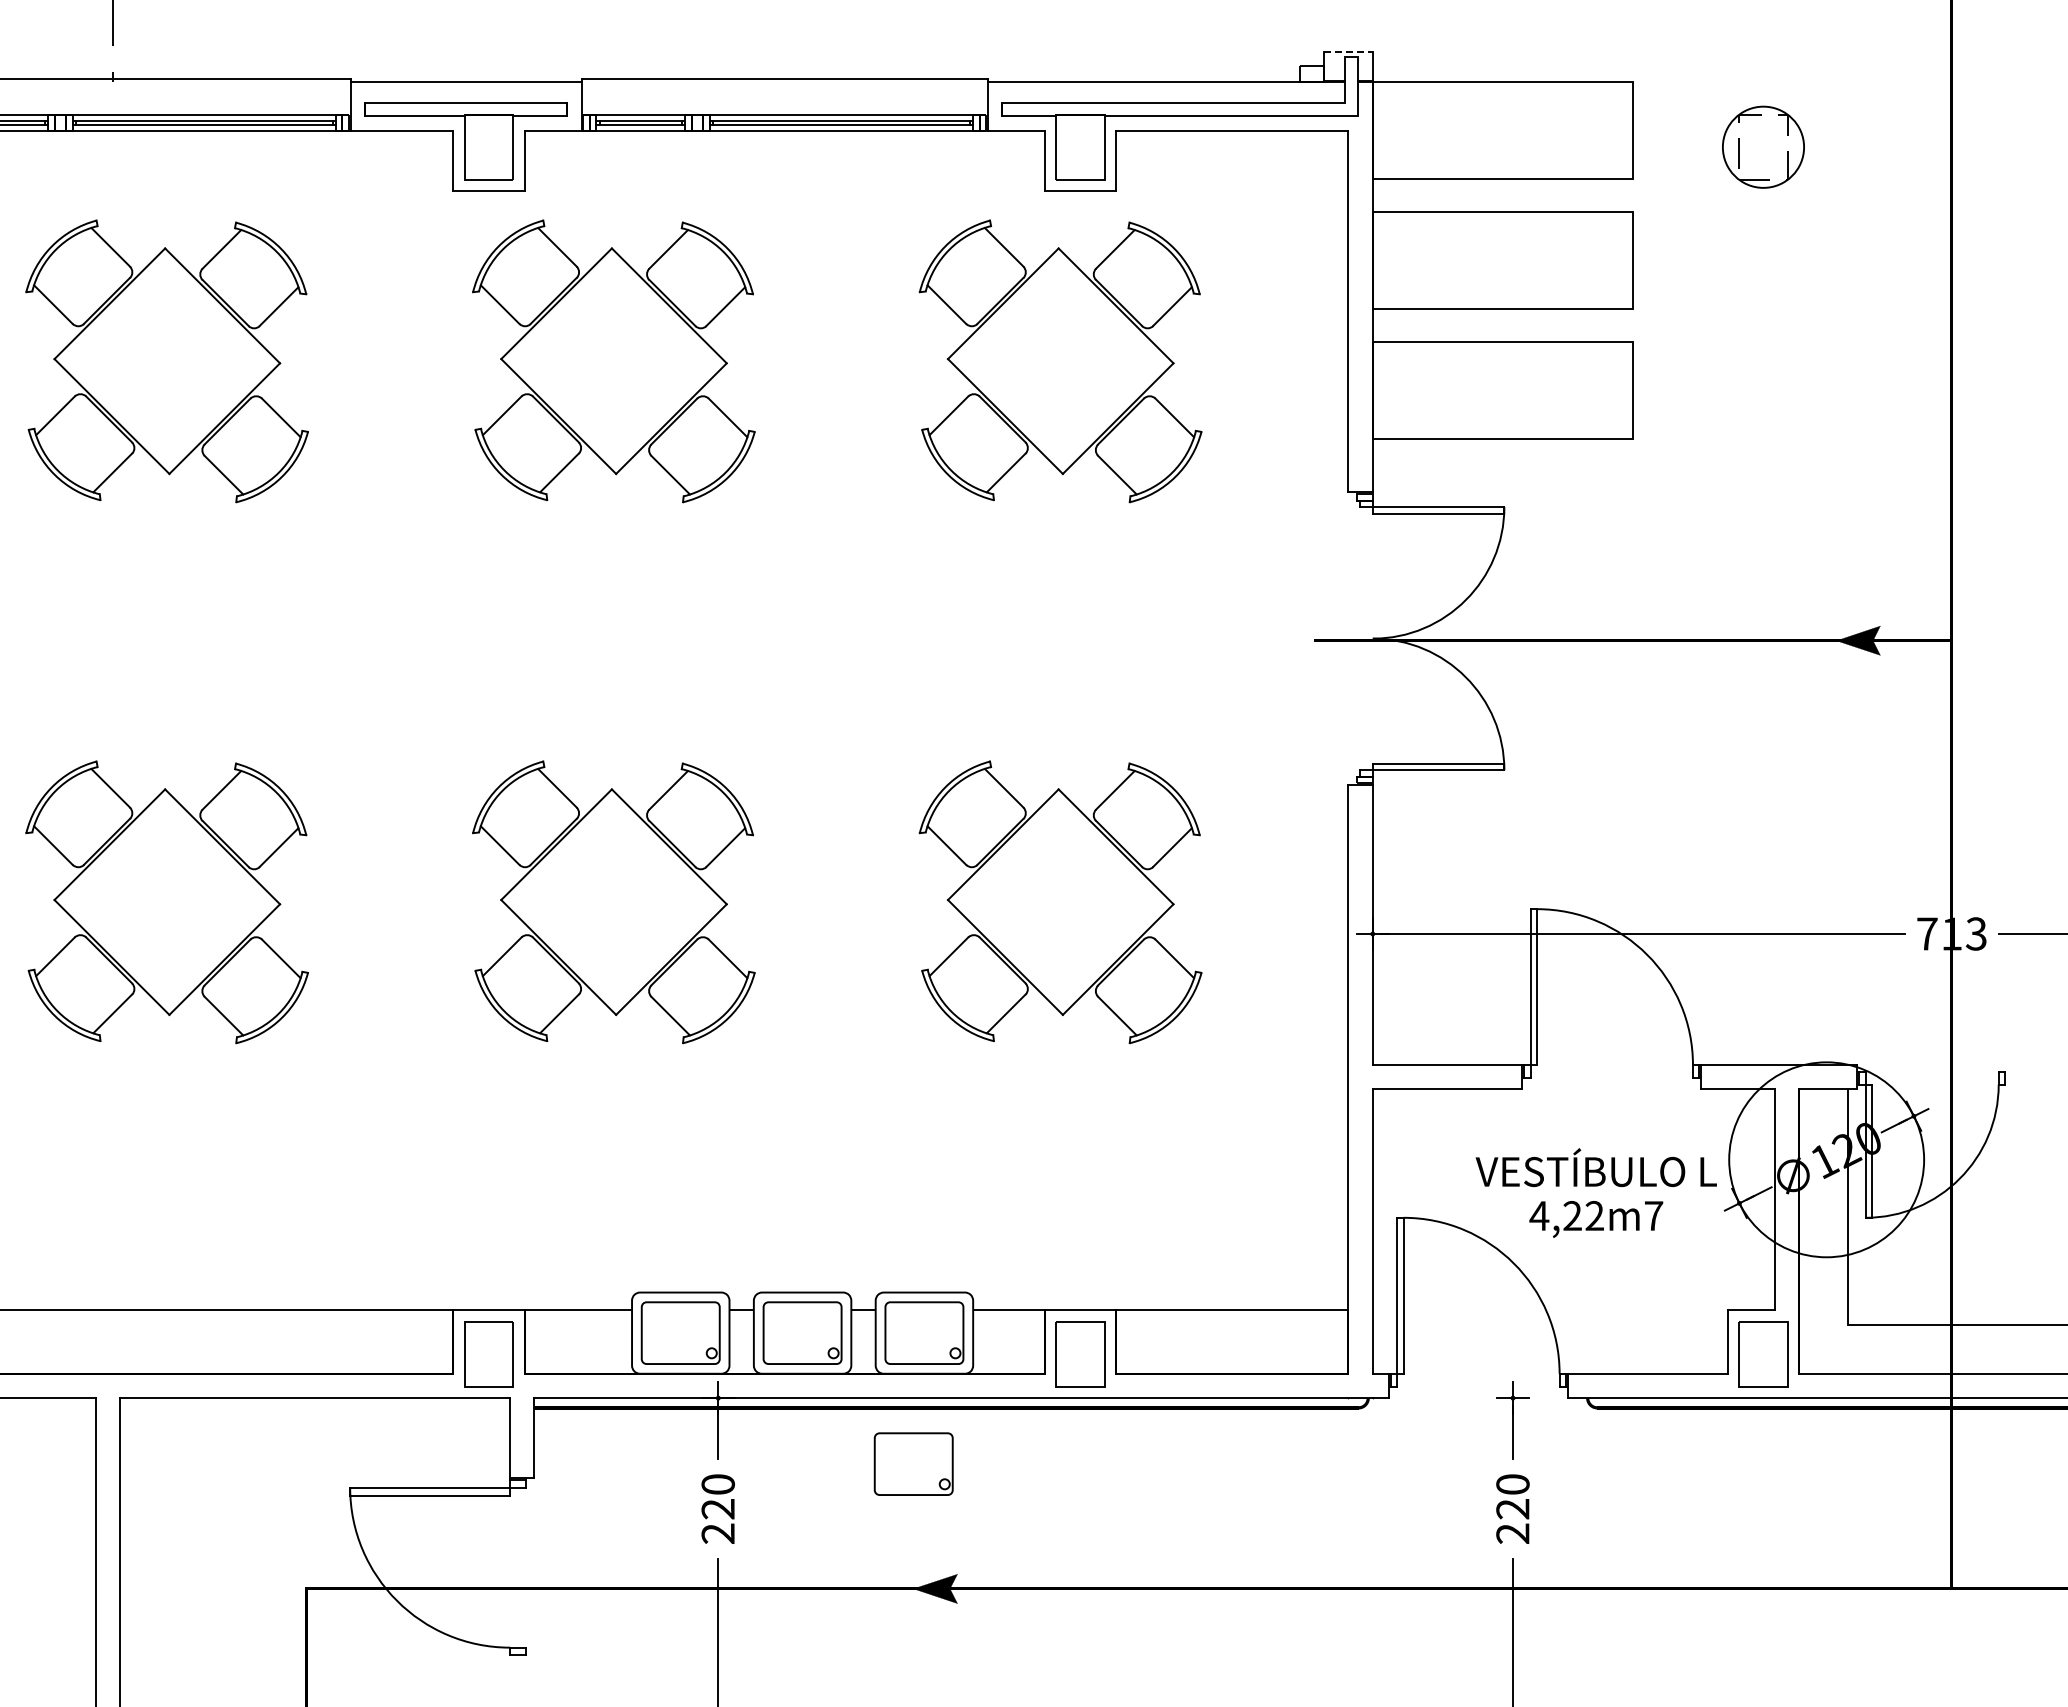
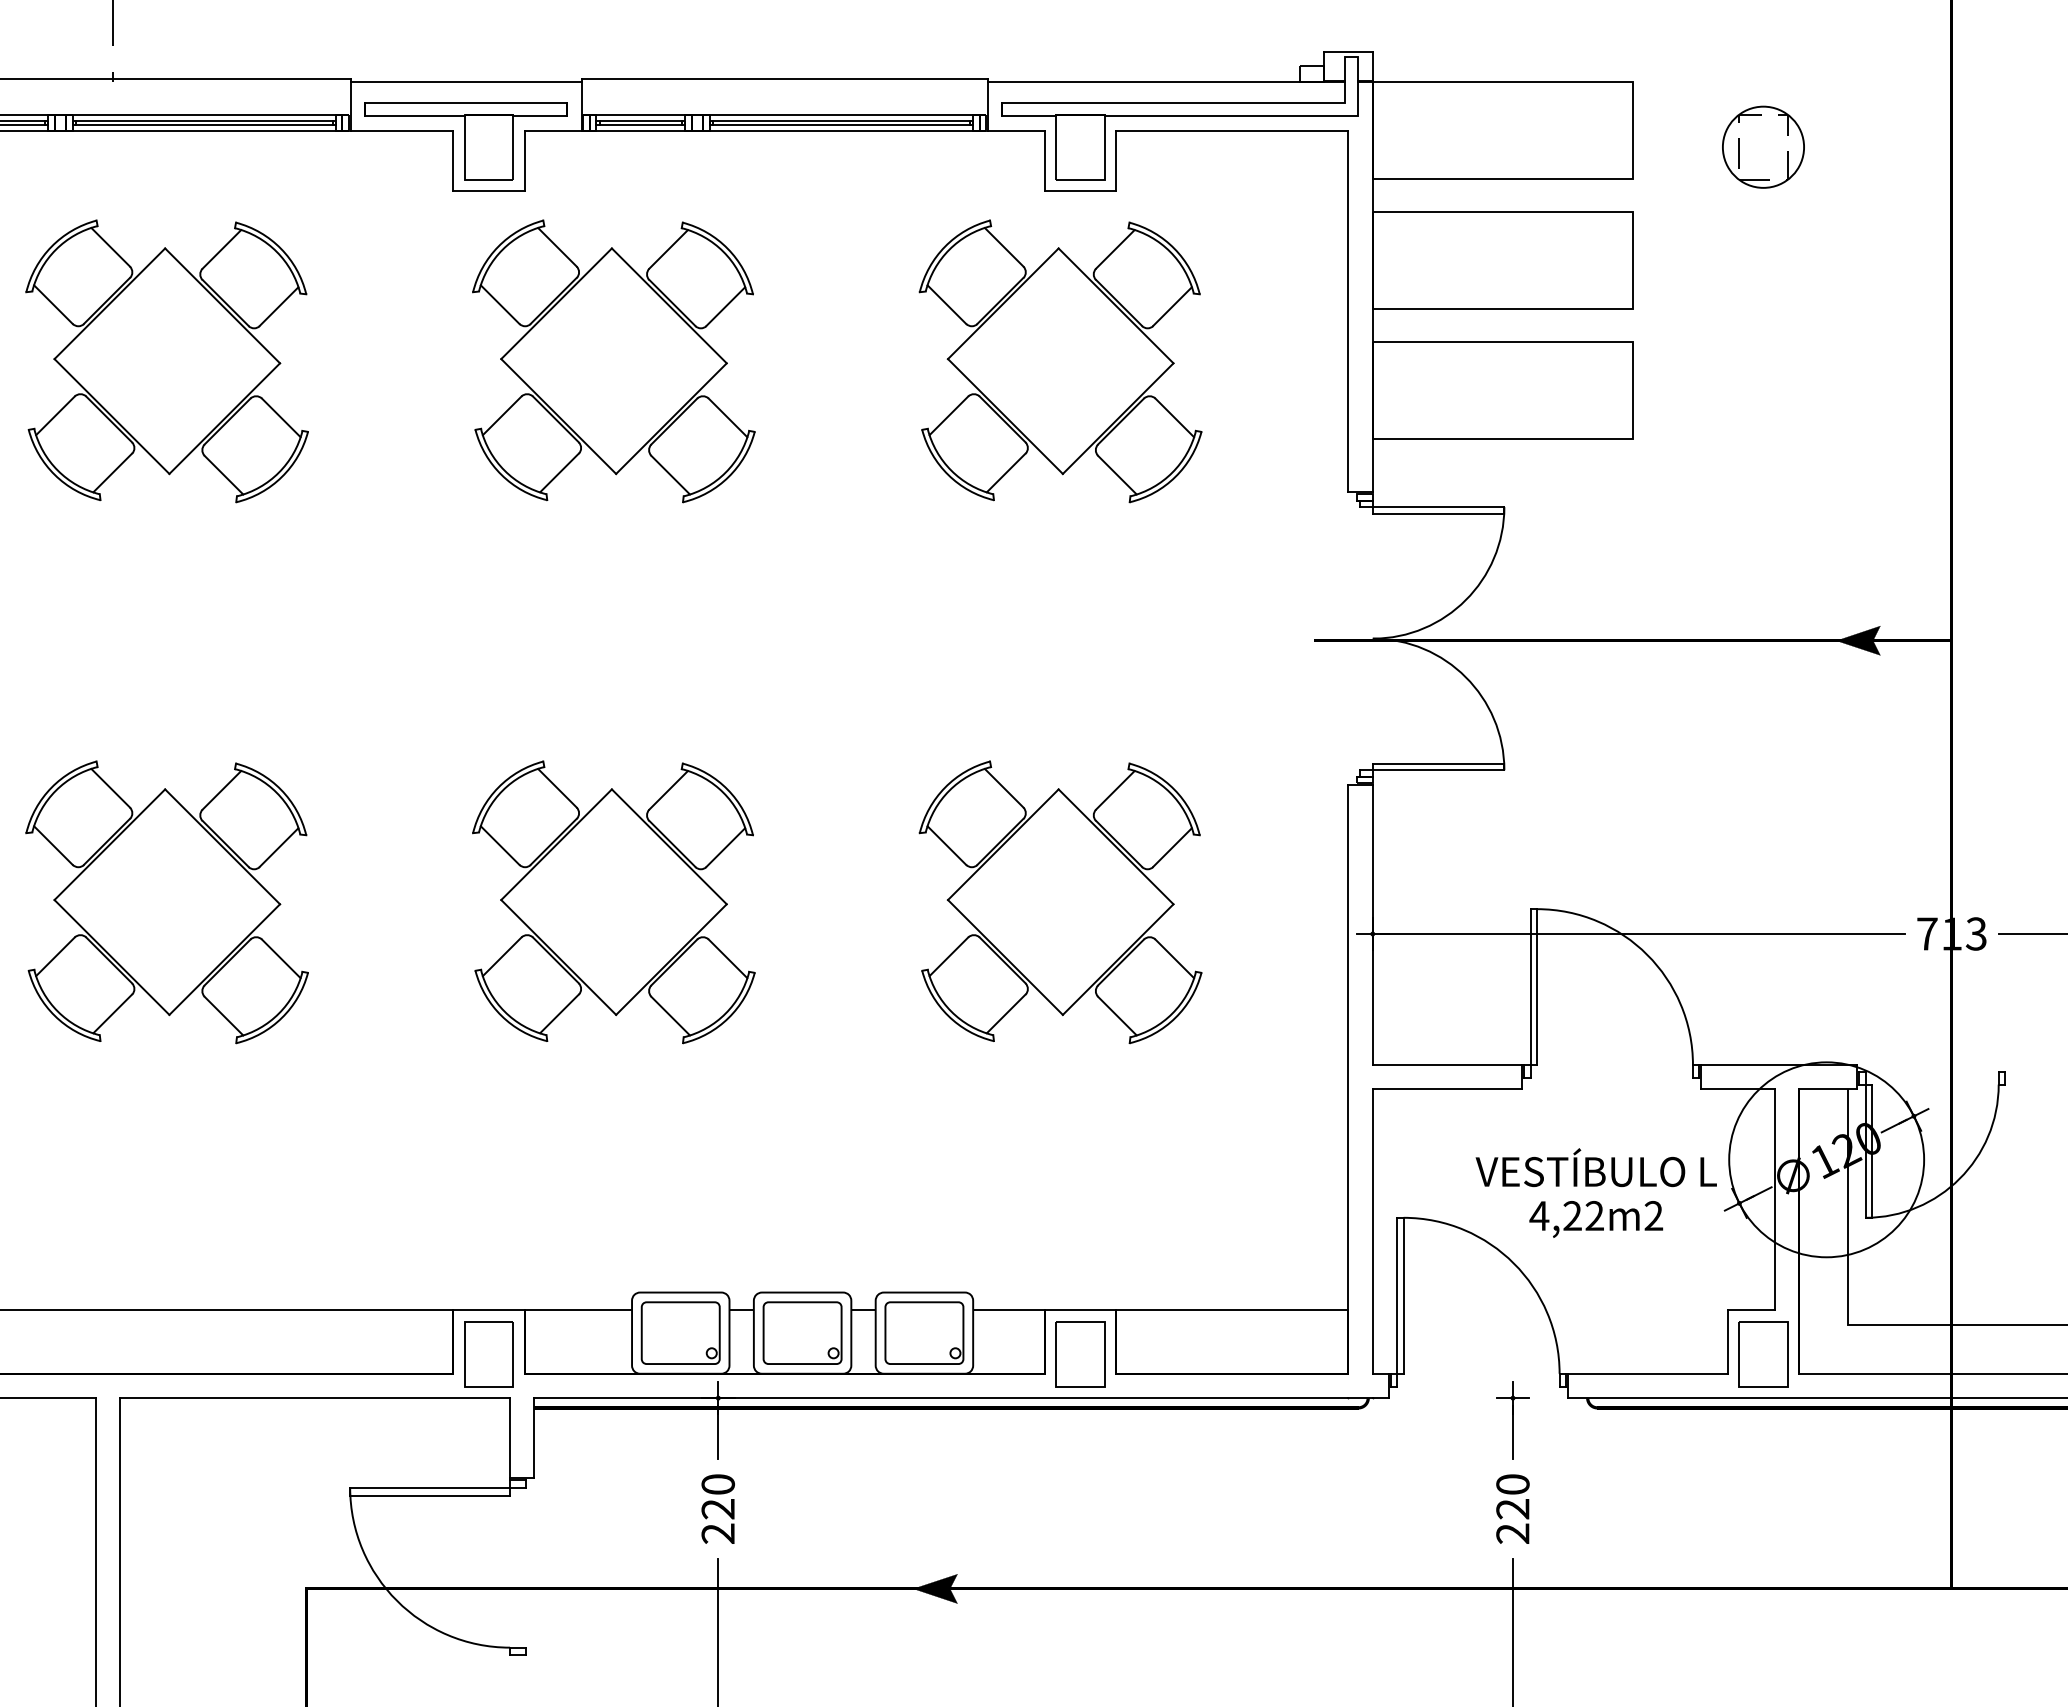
line at (1348, 52): dashed -> solid
text at (1653, 1215): 4,22m7 -> 4,22m2
part at (913, 1463): present -> none
